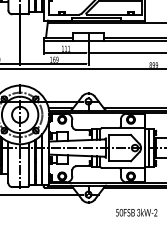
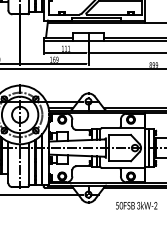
text at (136, 212) position: (136, 212) -> (136, 205)
